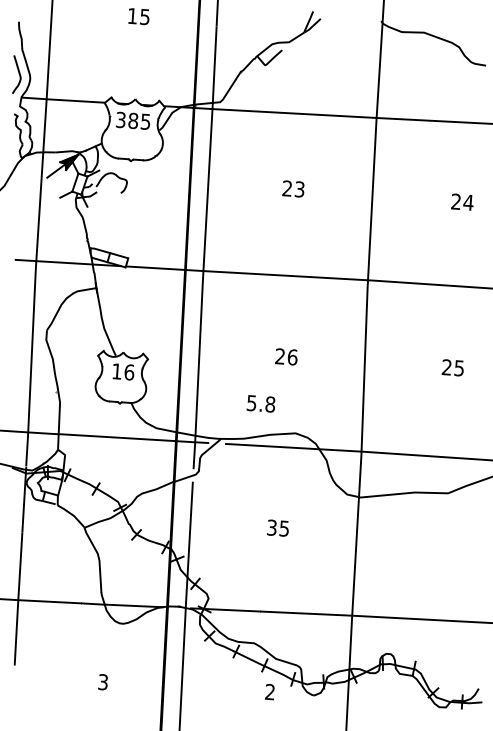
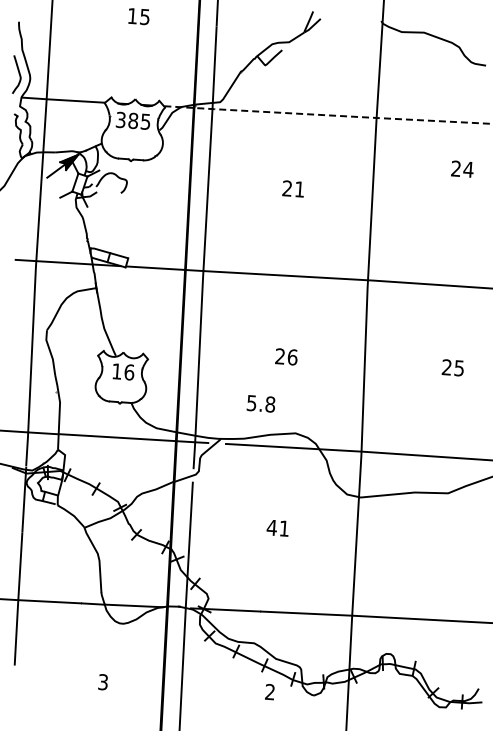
line at (328, 115): solid -> dashed
text at (299, 189): 23 -> 21
text at (462, 201) position: (462, 201) -> (462, 168)
text at (277, 527): 35 -> 41
